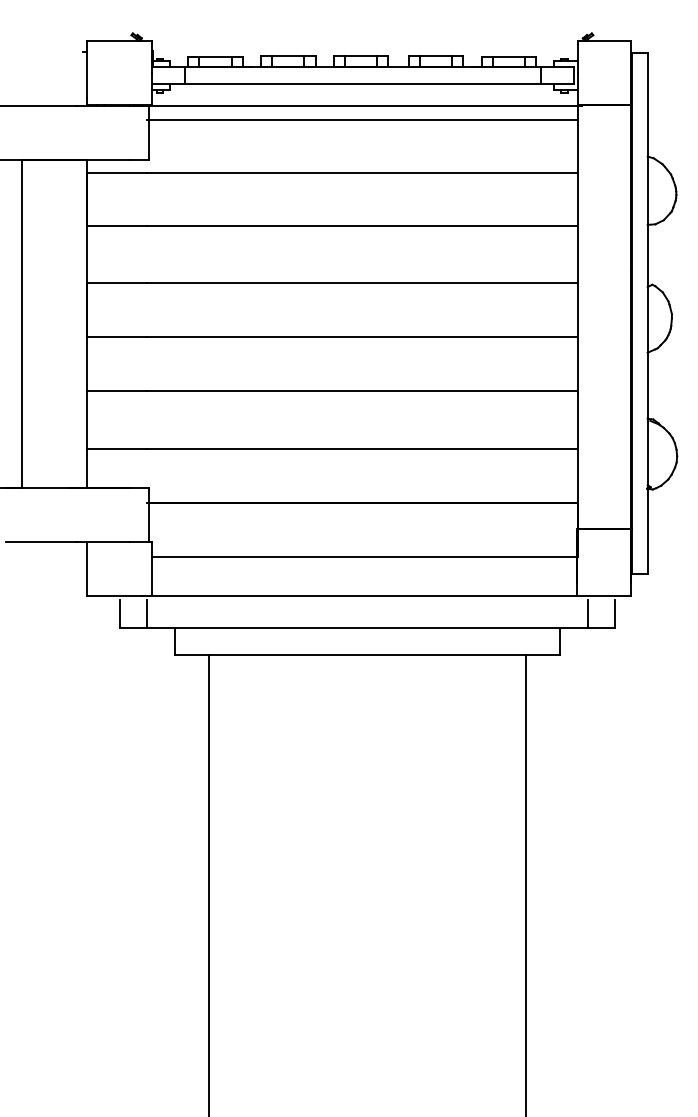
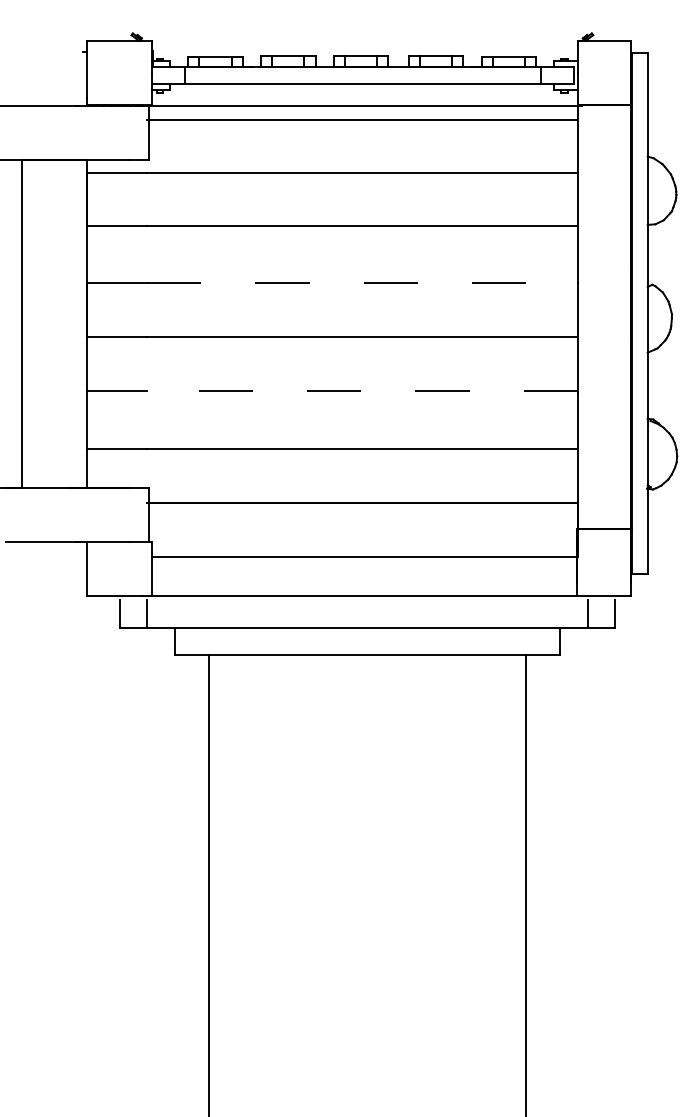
line at (363, 283): solid -> dashed
line at (362, 391): solid -> dashed
